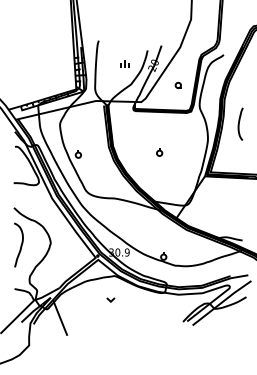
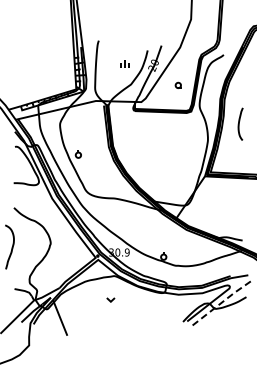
part at (159, 152): present -> none
curve at (20, 245) position: (20, 245) -> (11, 247)
line at (221, 302): solid -> dashed
